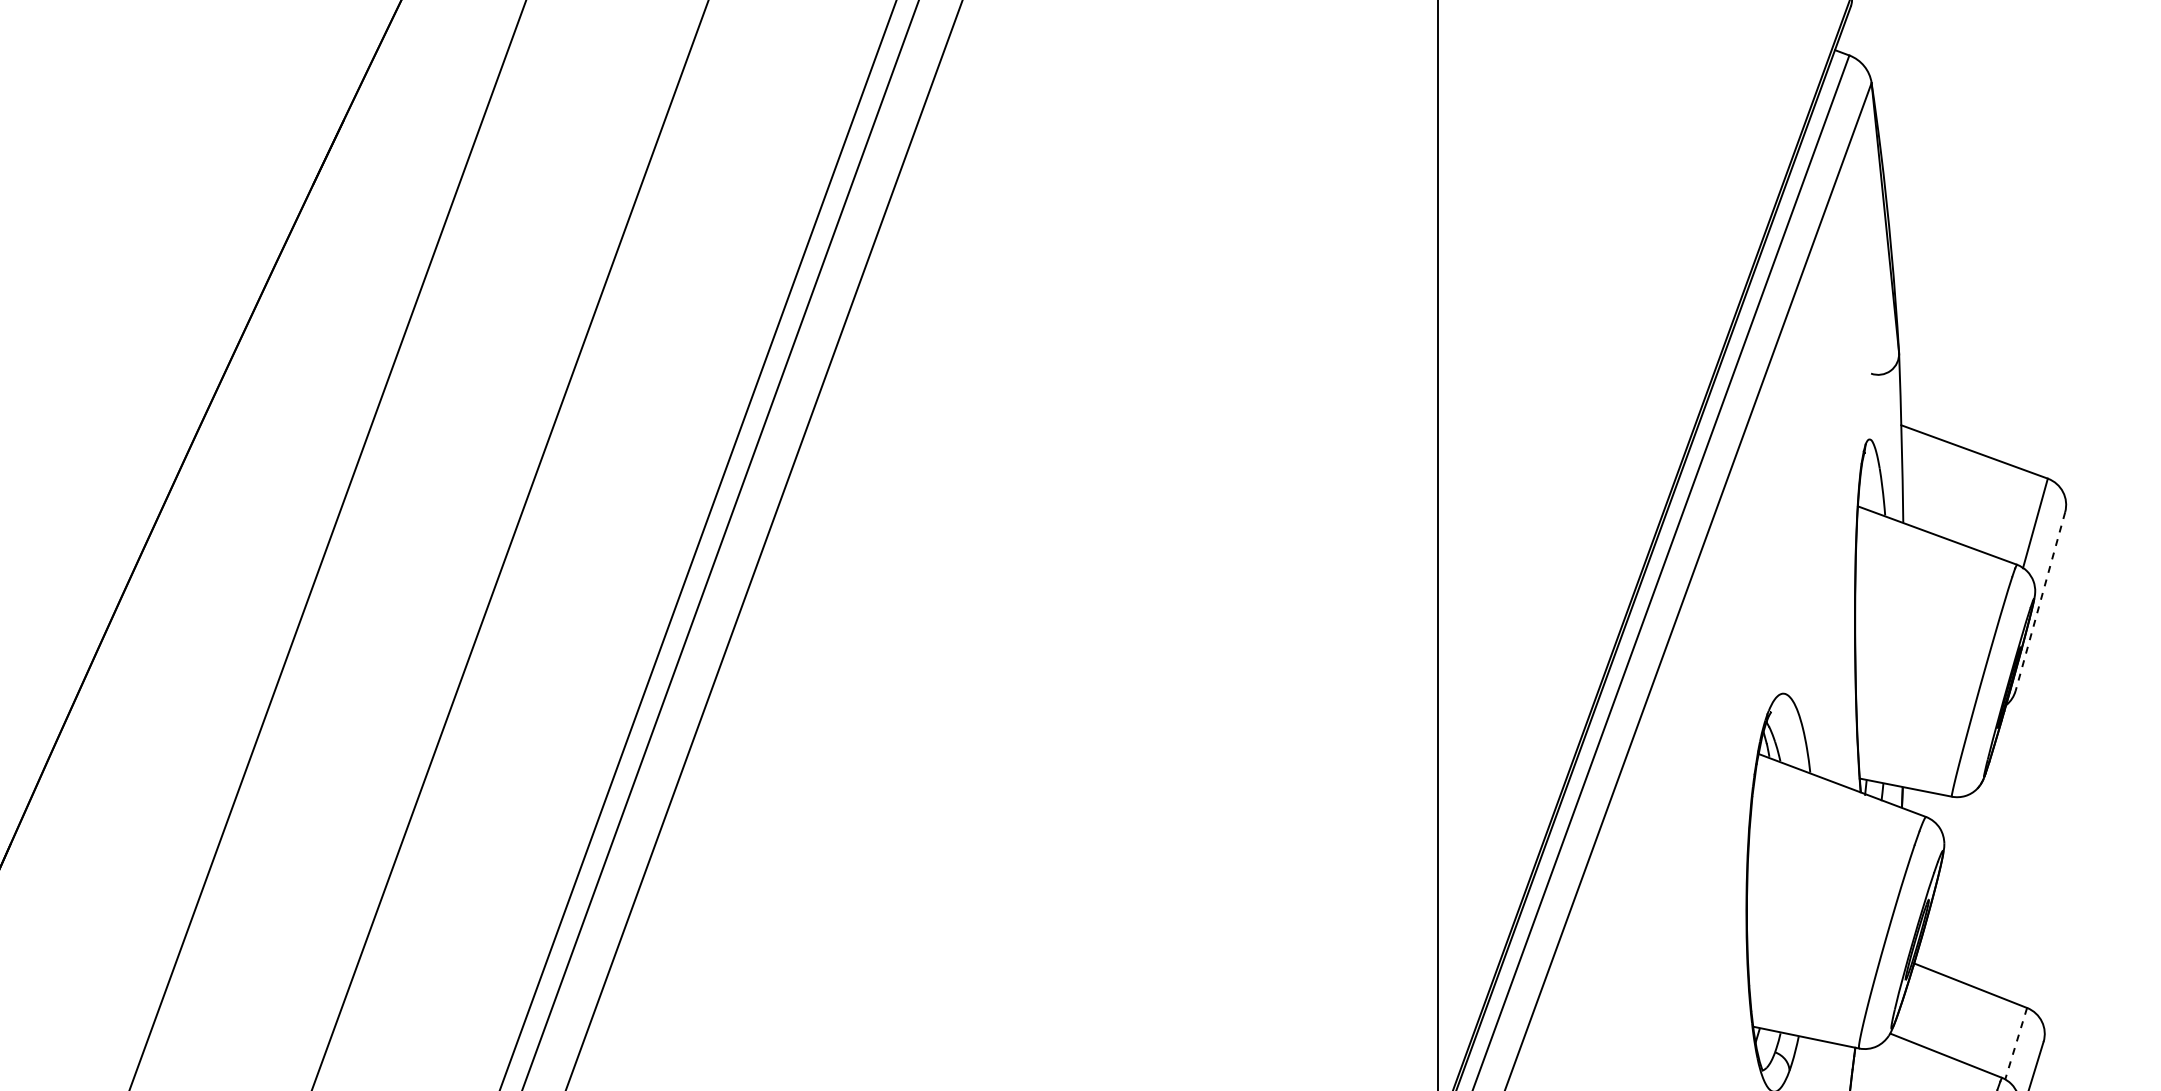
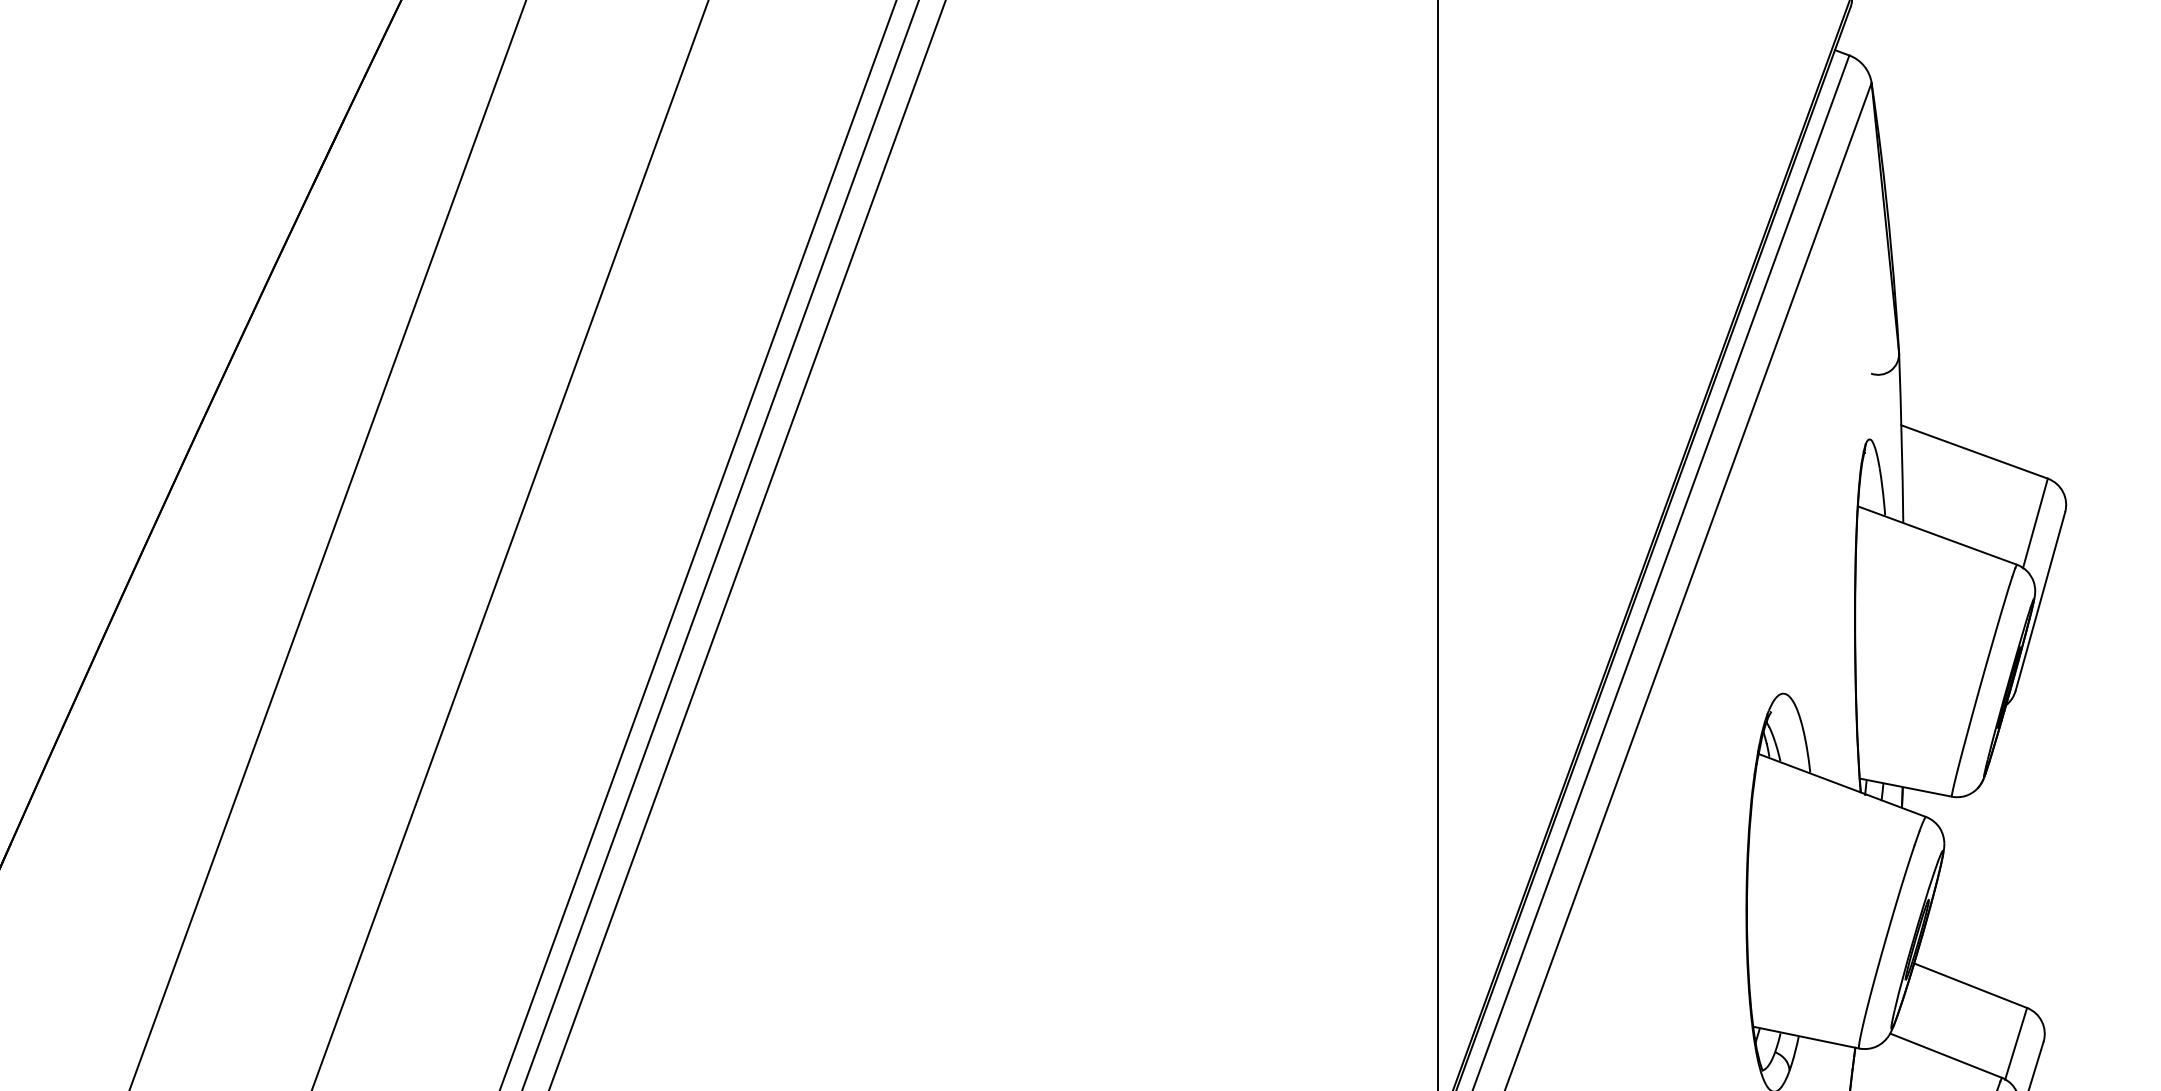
line at (764, 544) position: (764, 544) -> (747, 544)
line at (2040, 601): dashed -> solid
line at (2016, 1043): dashed -> solid
